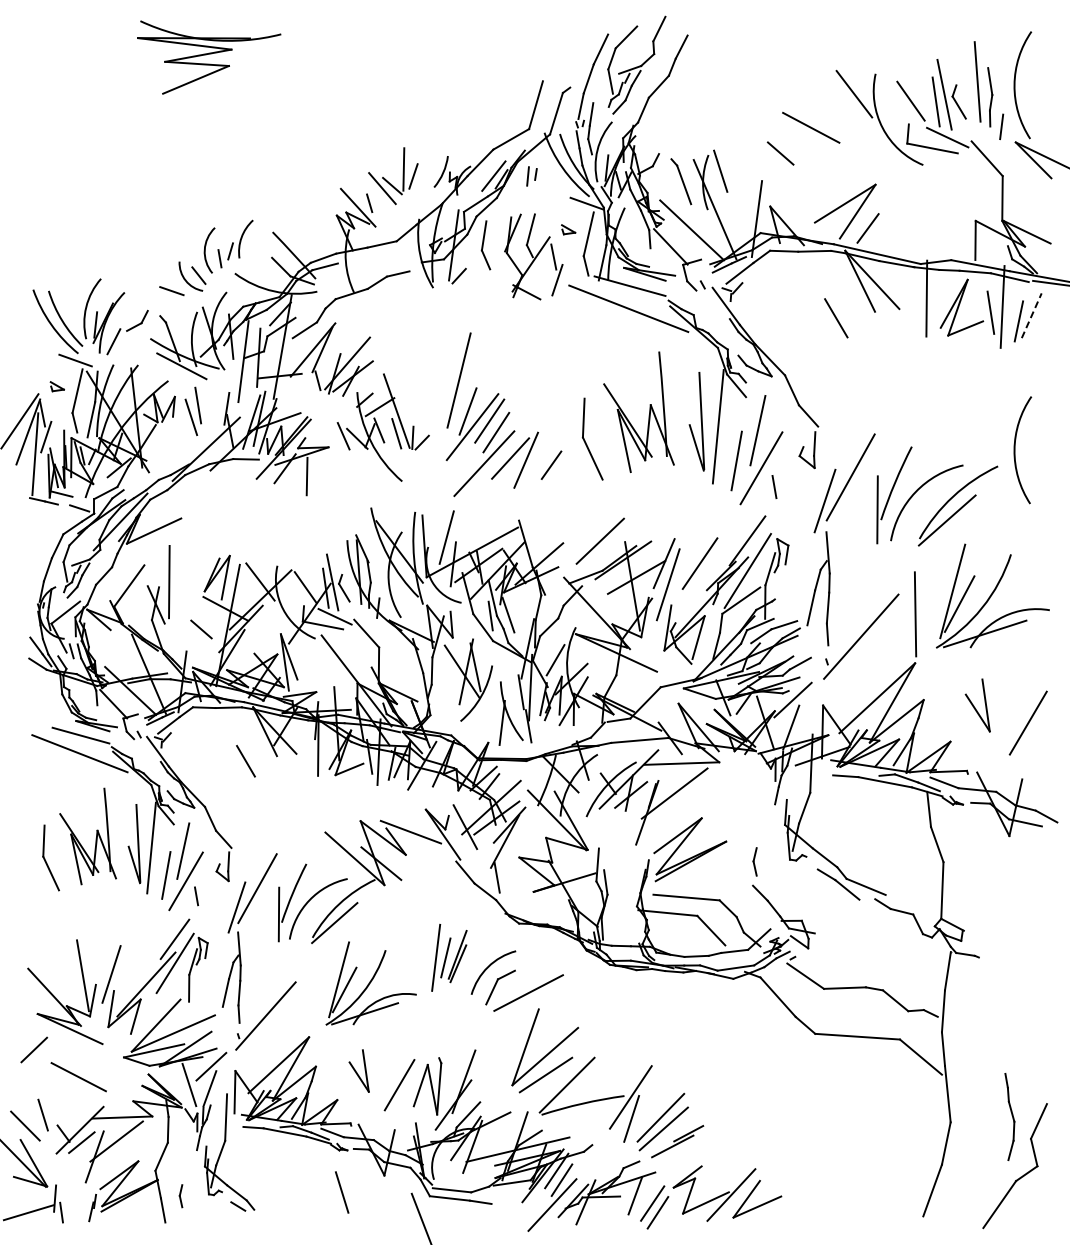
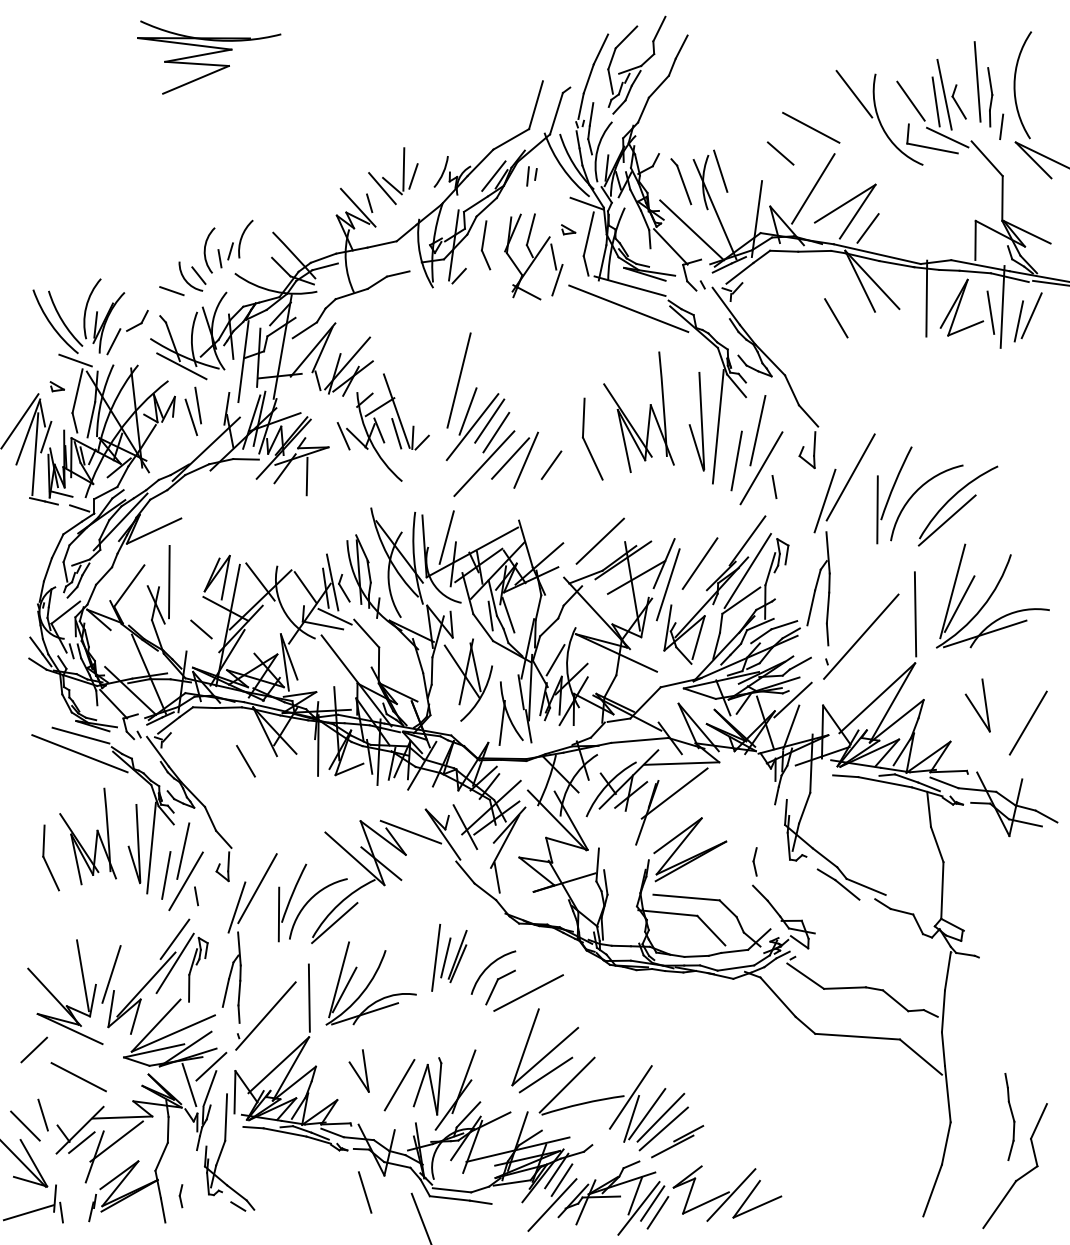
line at (813, 188): none -> present
line at (1031, 315): dashed -> solid
curve at (1015, 450): present -> none
line at (308, 997): none -> present
line at (647, 1114): none -> present
line at (342, 1192) position: (342, 1192) -> (365, 1192)
line at (638, 1208): none -> present
